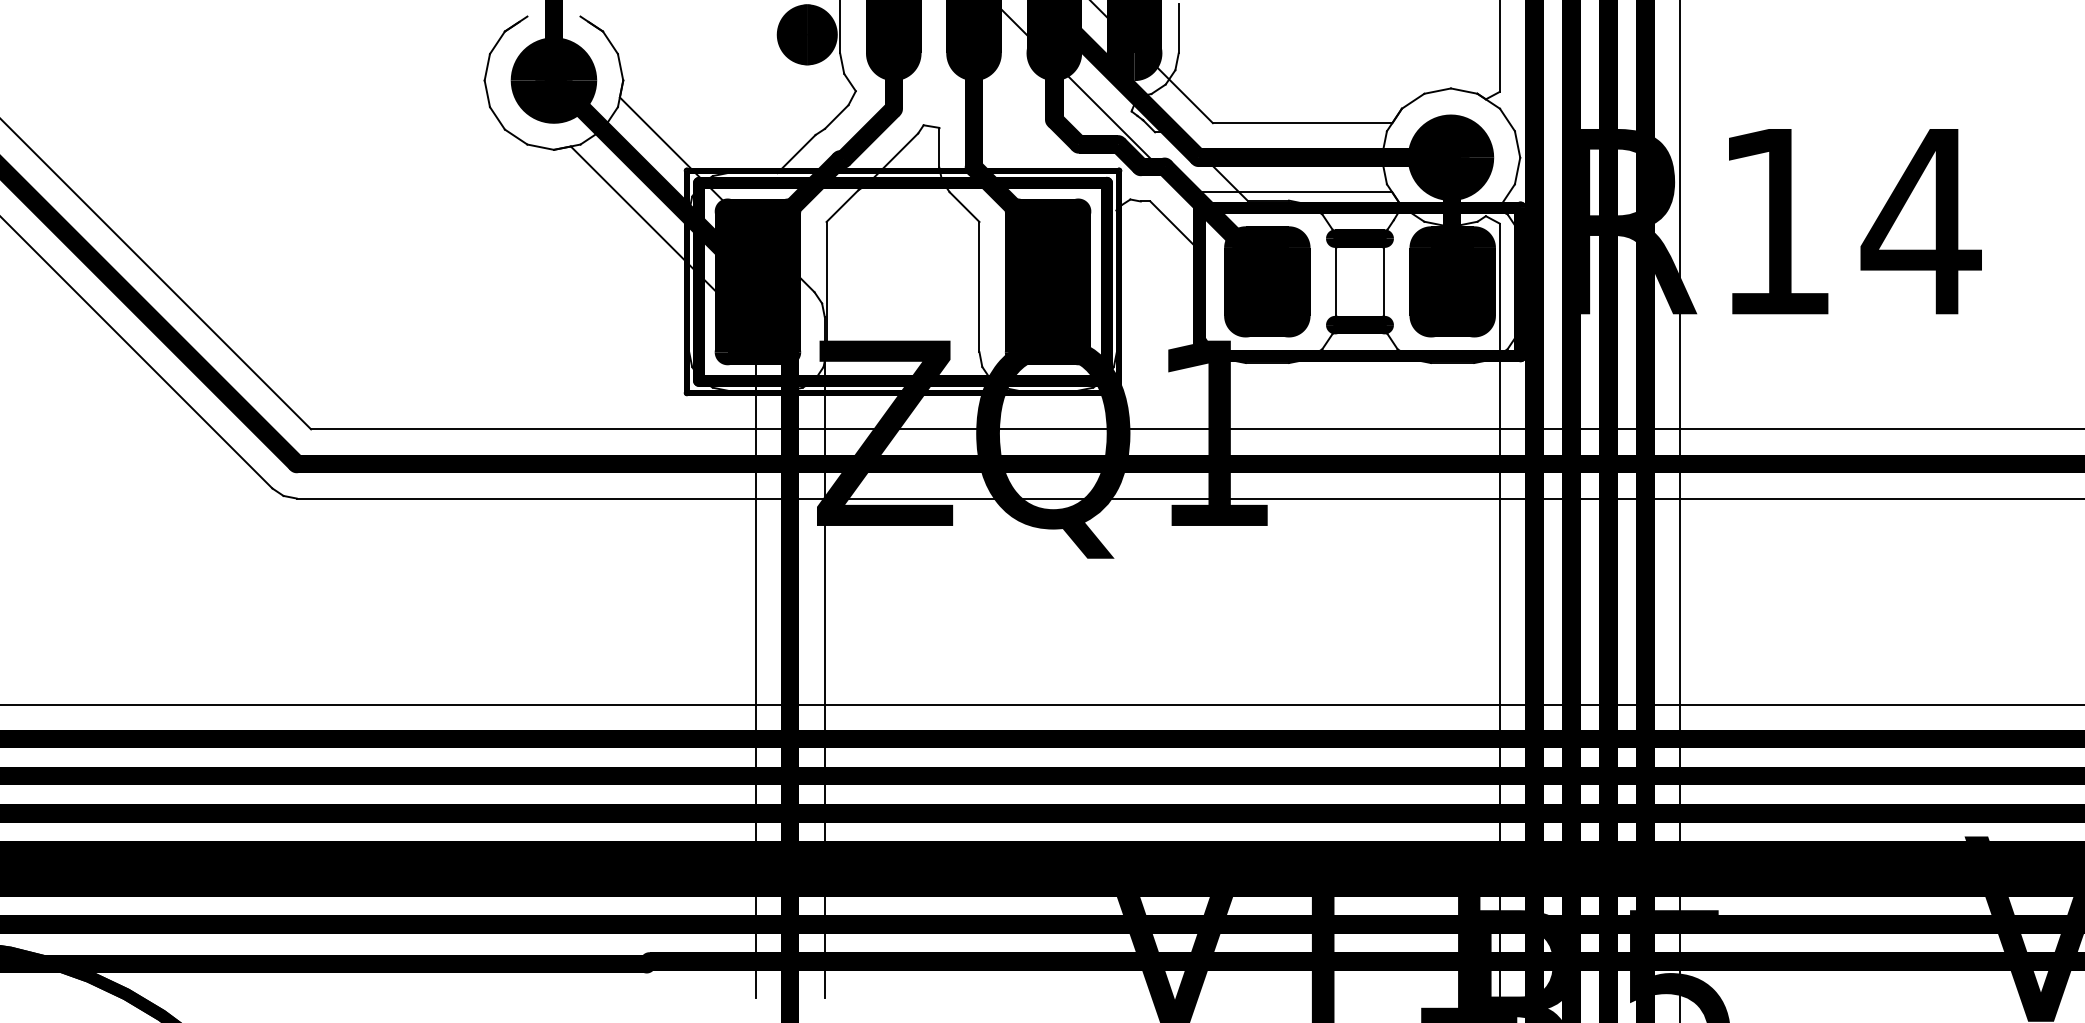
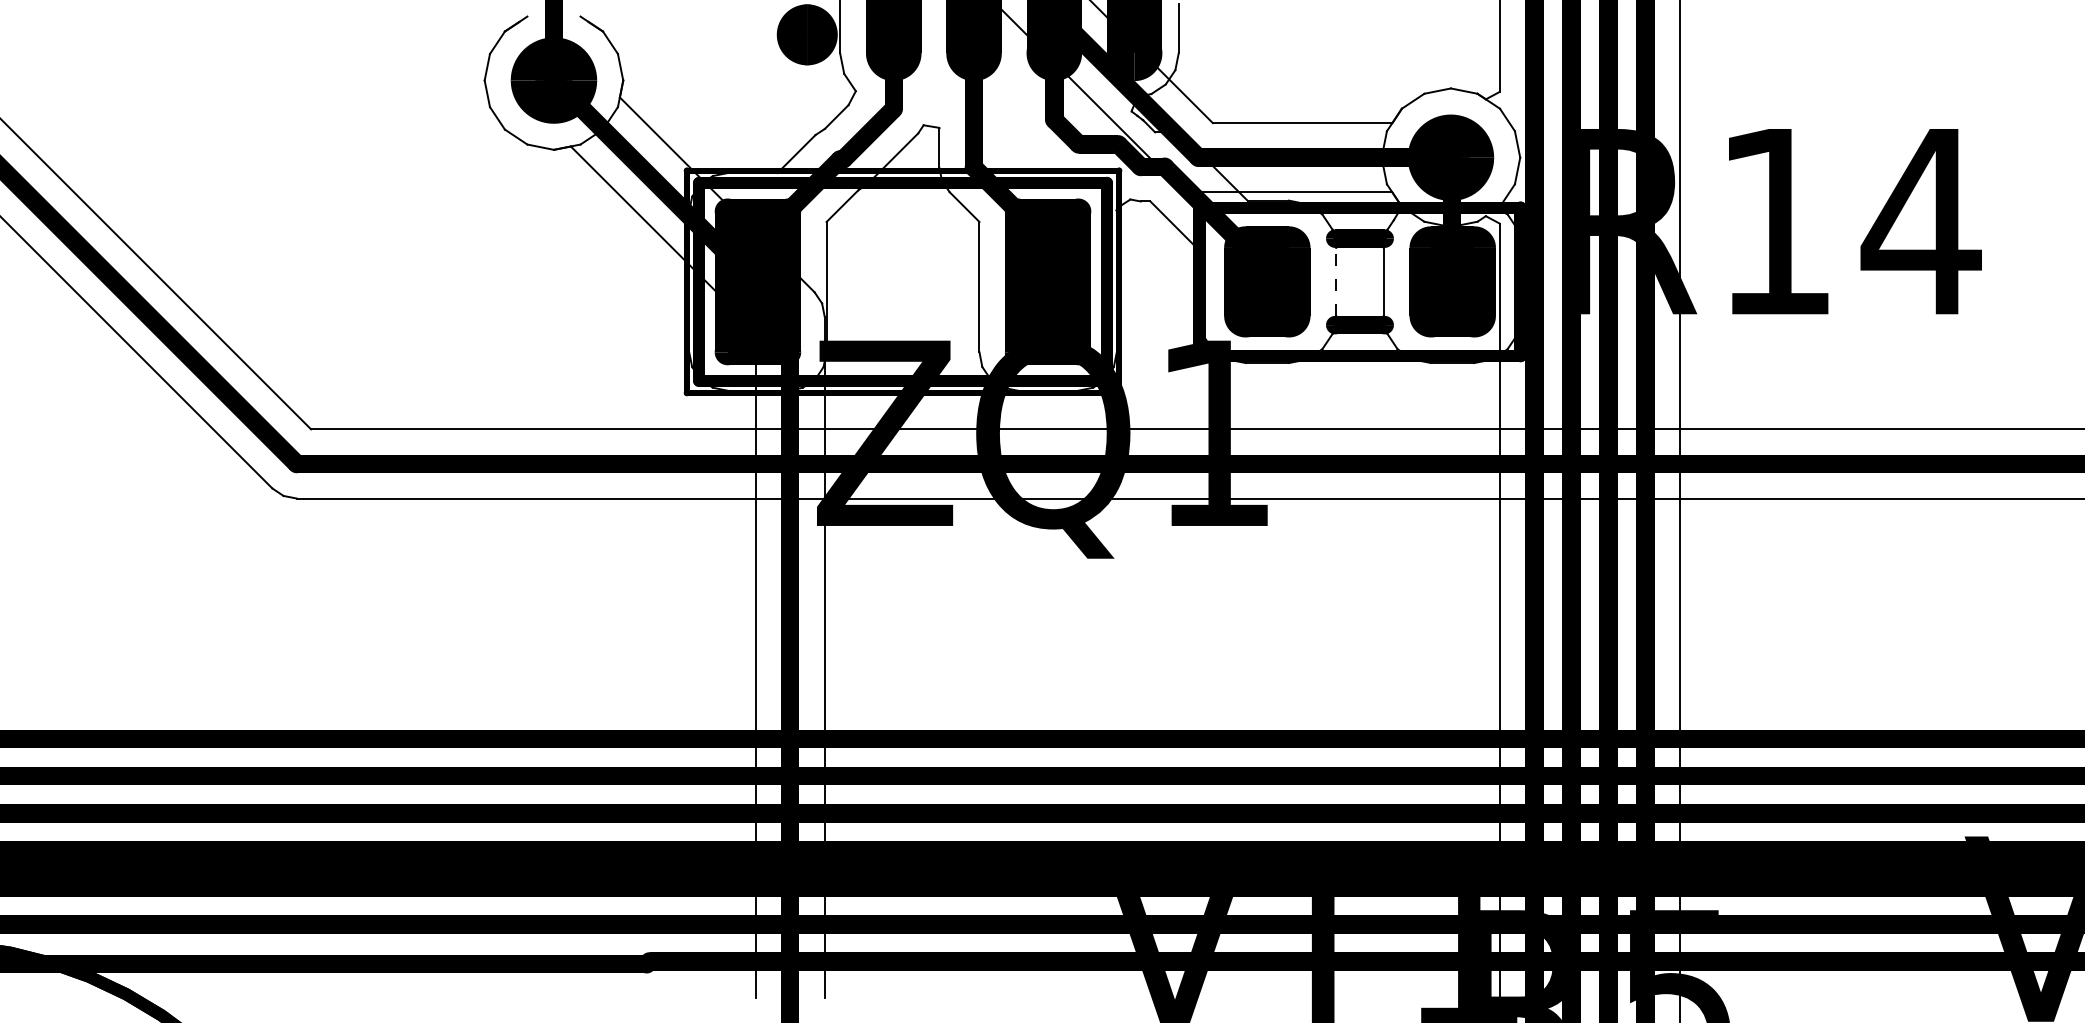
line at (1336, 281): solid -> dashed
line at (1041, 704): present -> none
